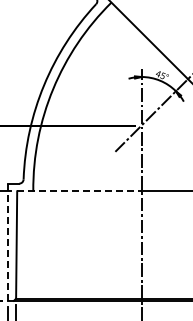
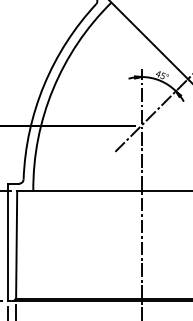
line at (79, 191): dashed -> solid
line at (8, 242): dashed -> solid
